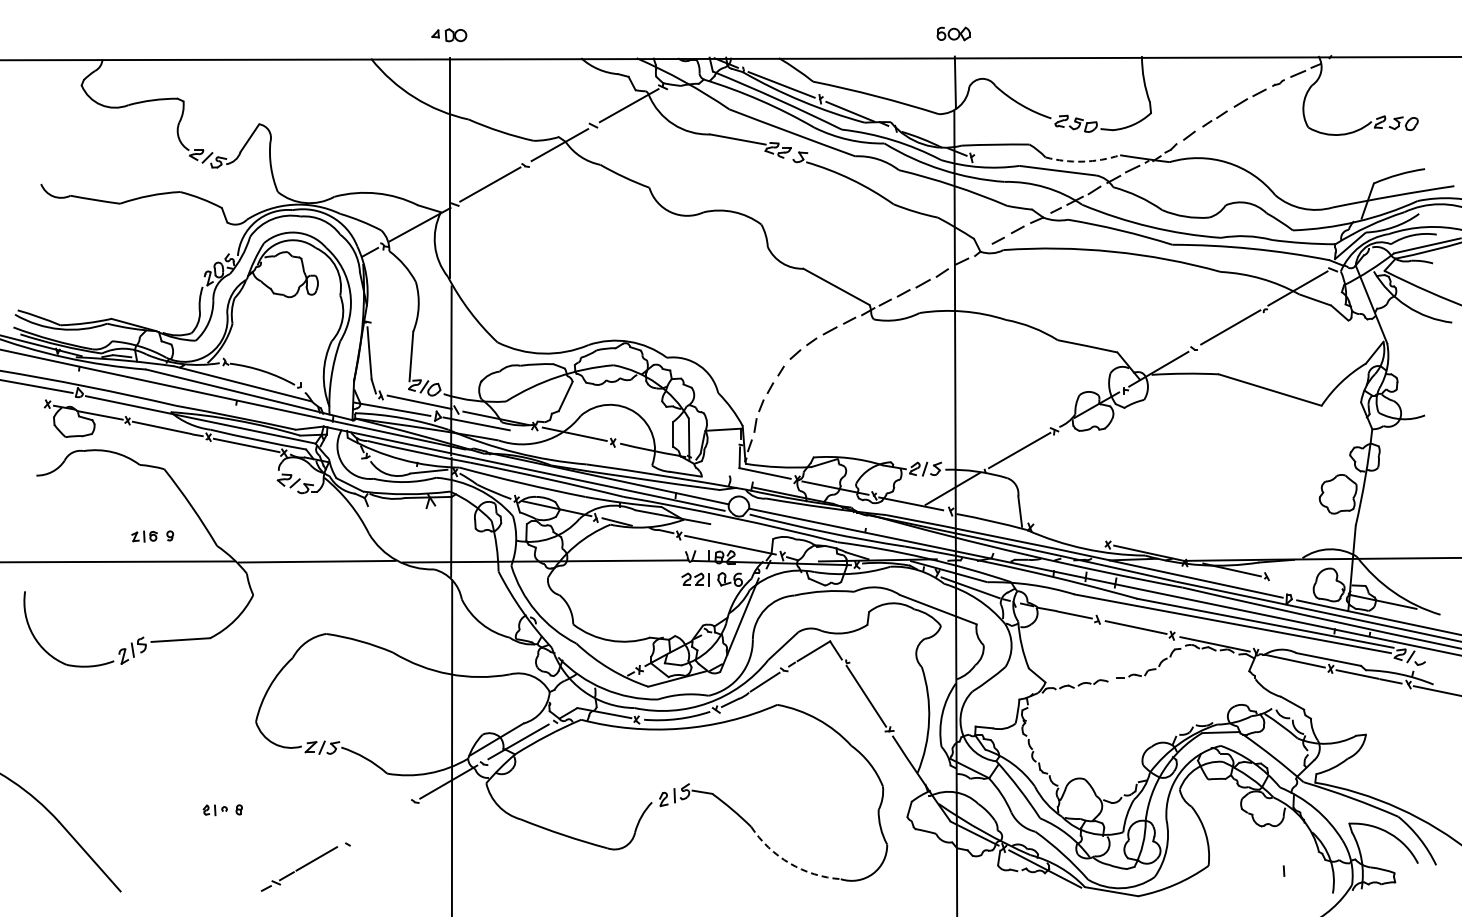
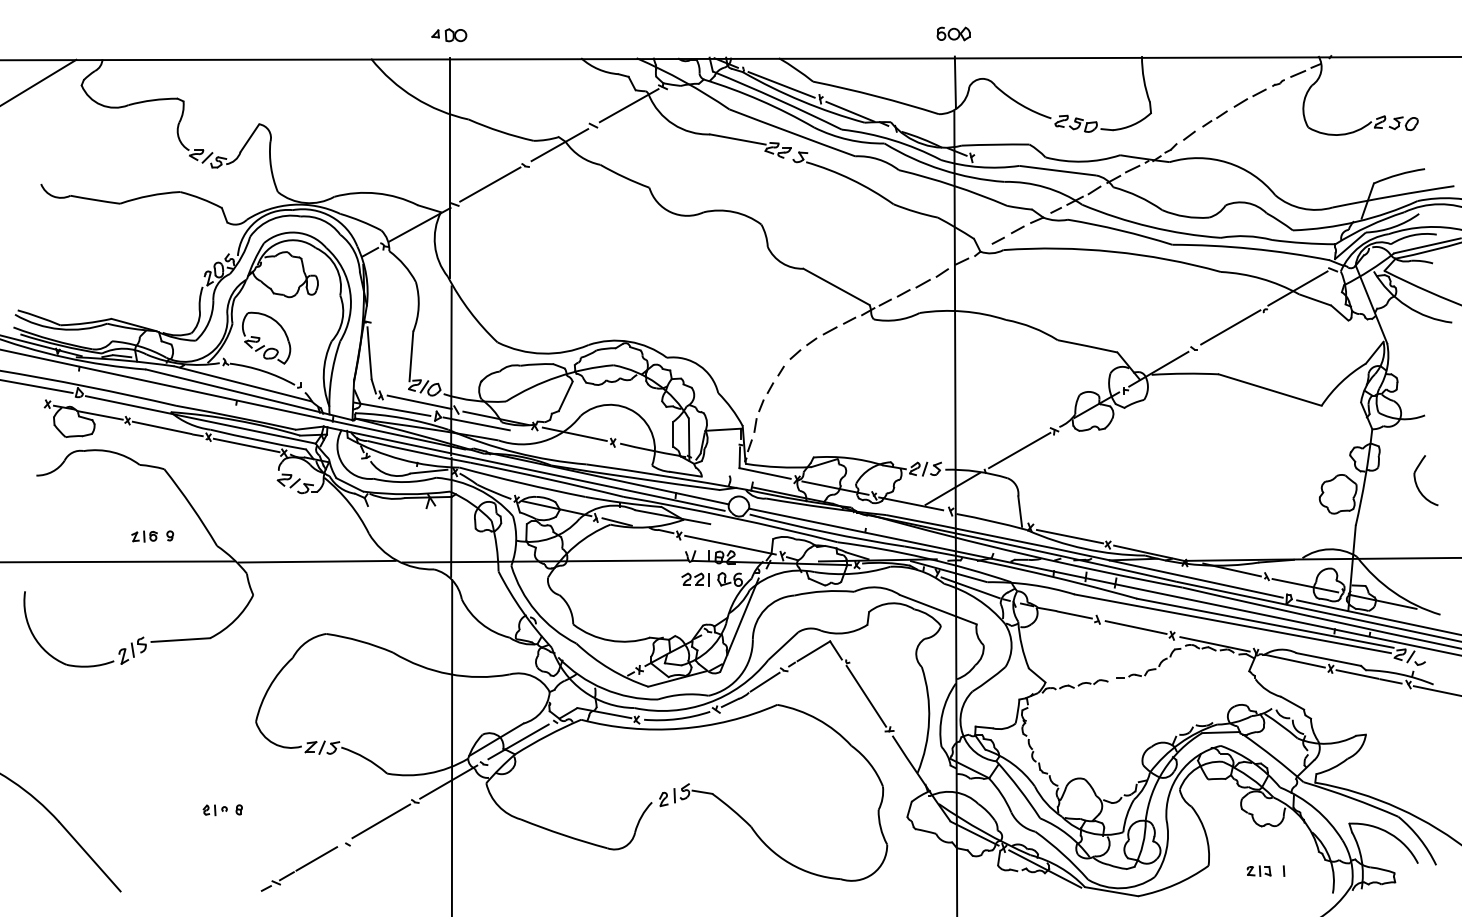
line at (39, 81): none -> present
arc at (1082, 161): dashed -> solid
part at (266, 337): none -> present
part at (1417, 484): none -> present
line at (1069, 536): none -> present
line at (1305, 585): none -> present
line at (381, 821): none -> present
arc at (789, 863): dashed -> solid
part at (1258, 870): none -> present
